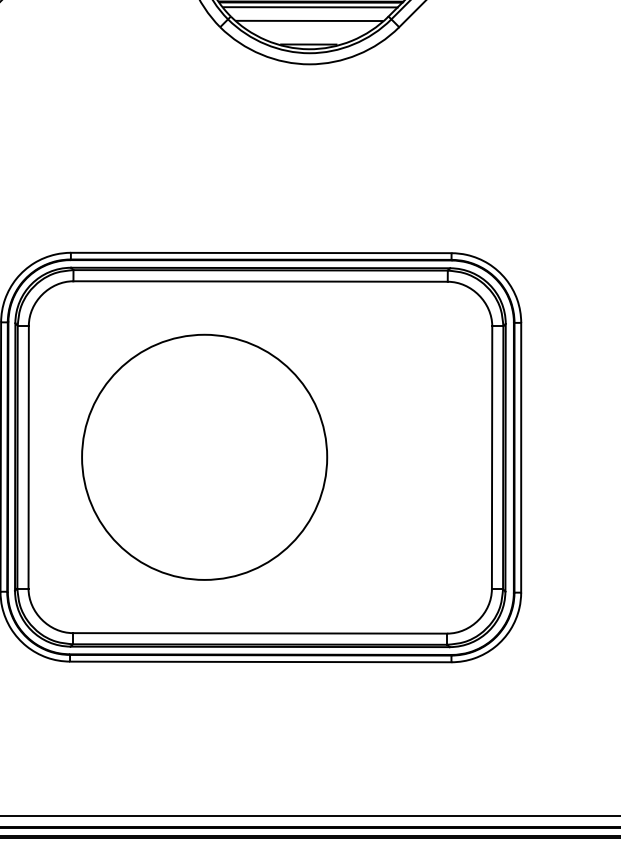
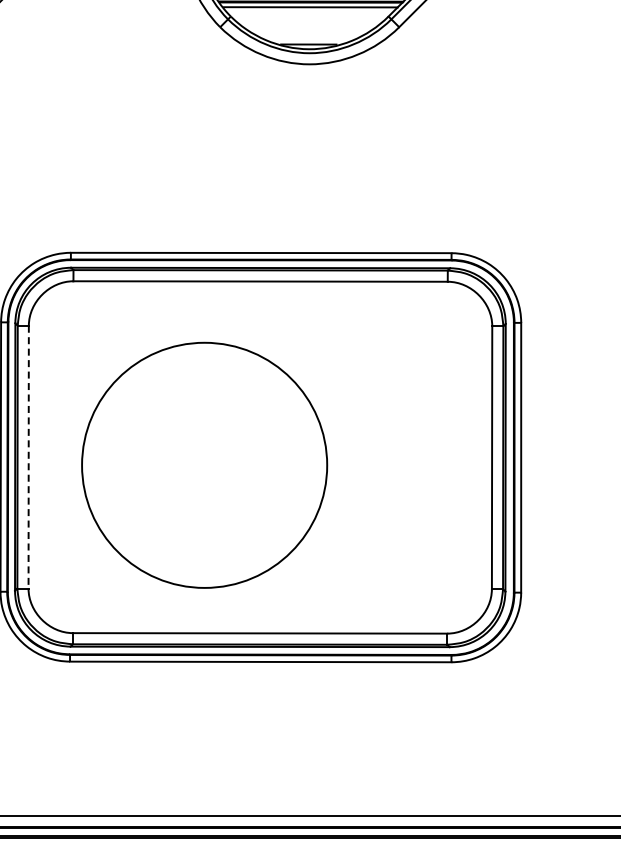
line at (309, 20): present -> none
circle at (204, 456) position: (204, 456) -> (204, 464)
line at (28, 457): solid -> dashed
